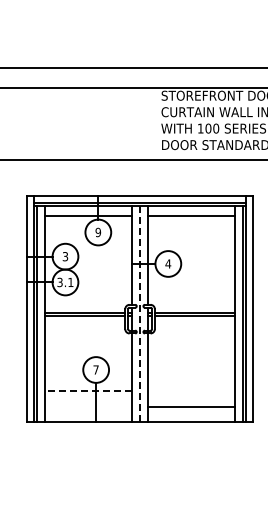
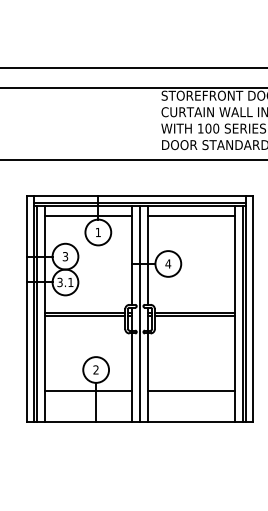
text at (98, 232): 9 -> 1
line at (140, 314): dashed -> solid
text at (95, 369): 7 -> 2
line at (88, 391): dashed -> solid
line at (191, 407) position: (191, 407) -> (191, 391)
